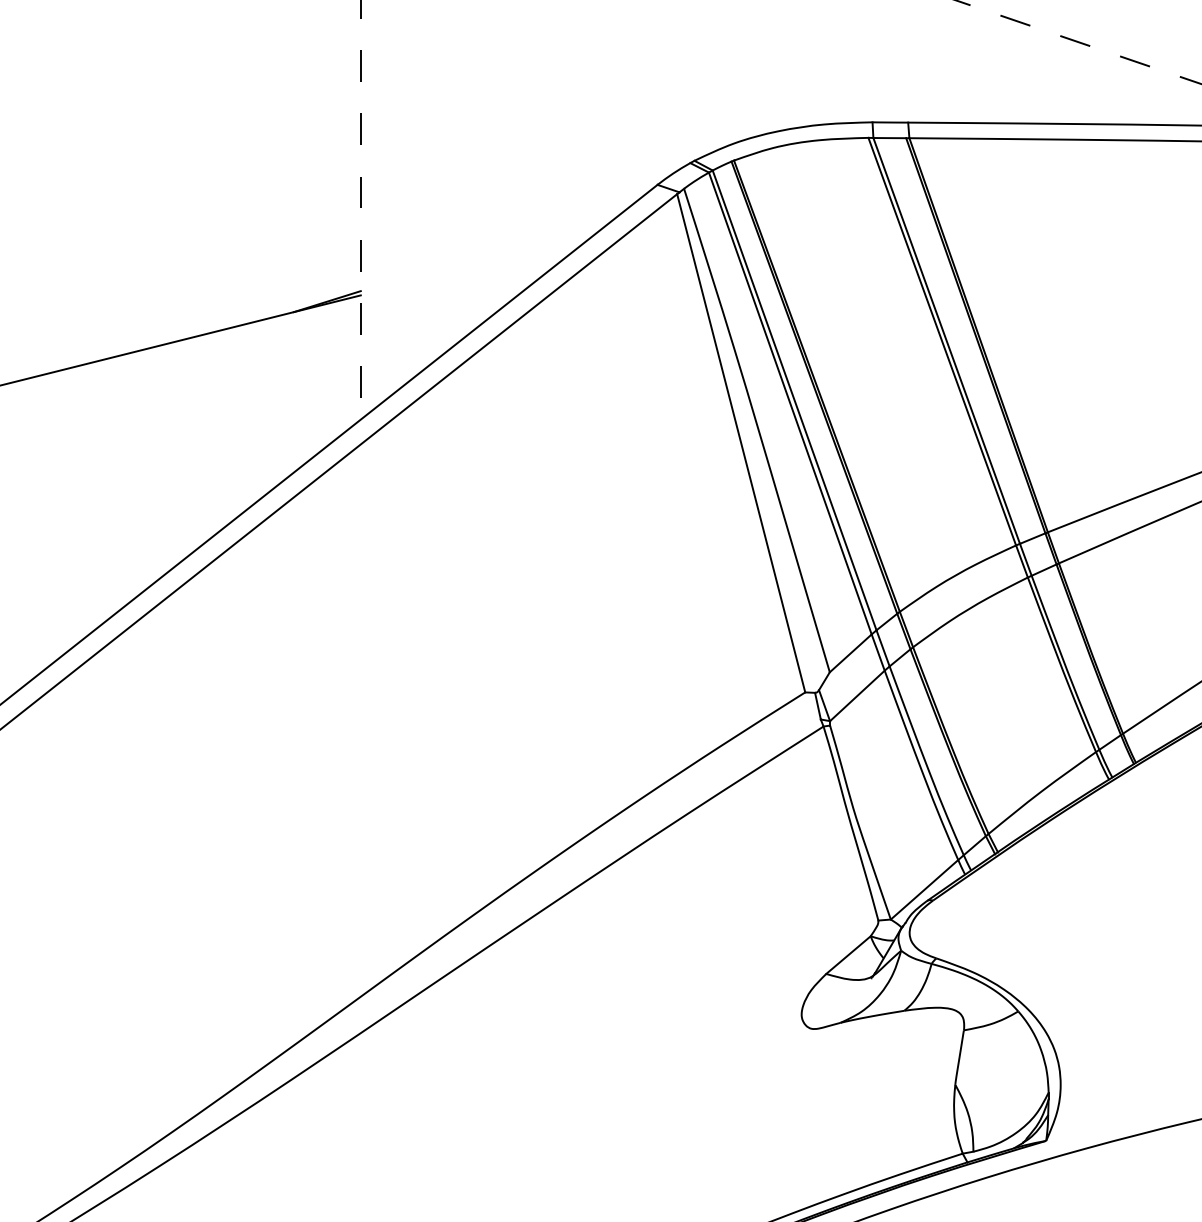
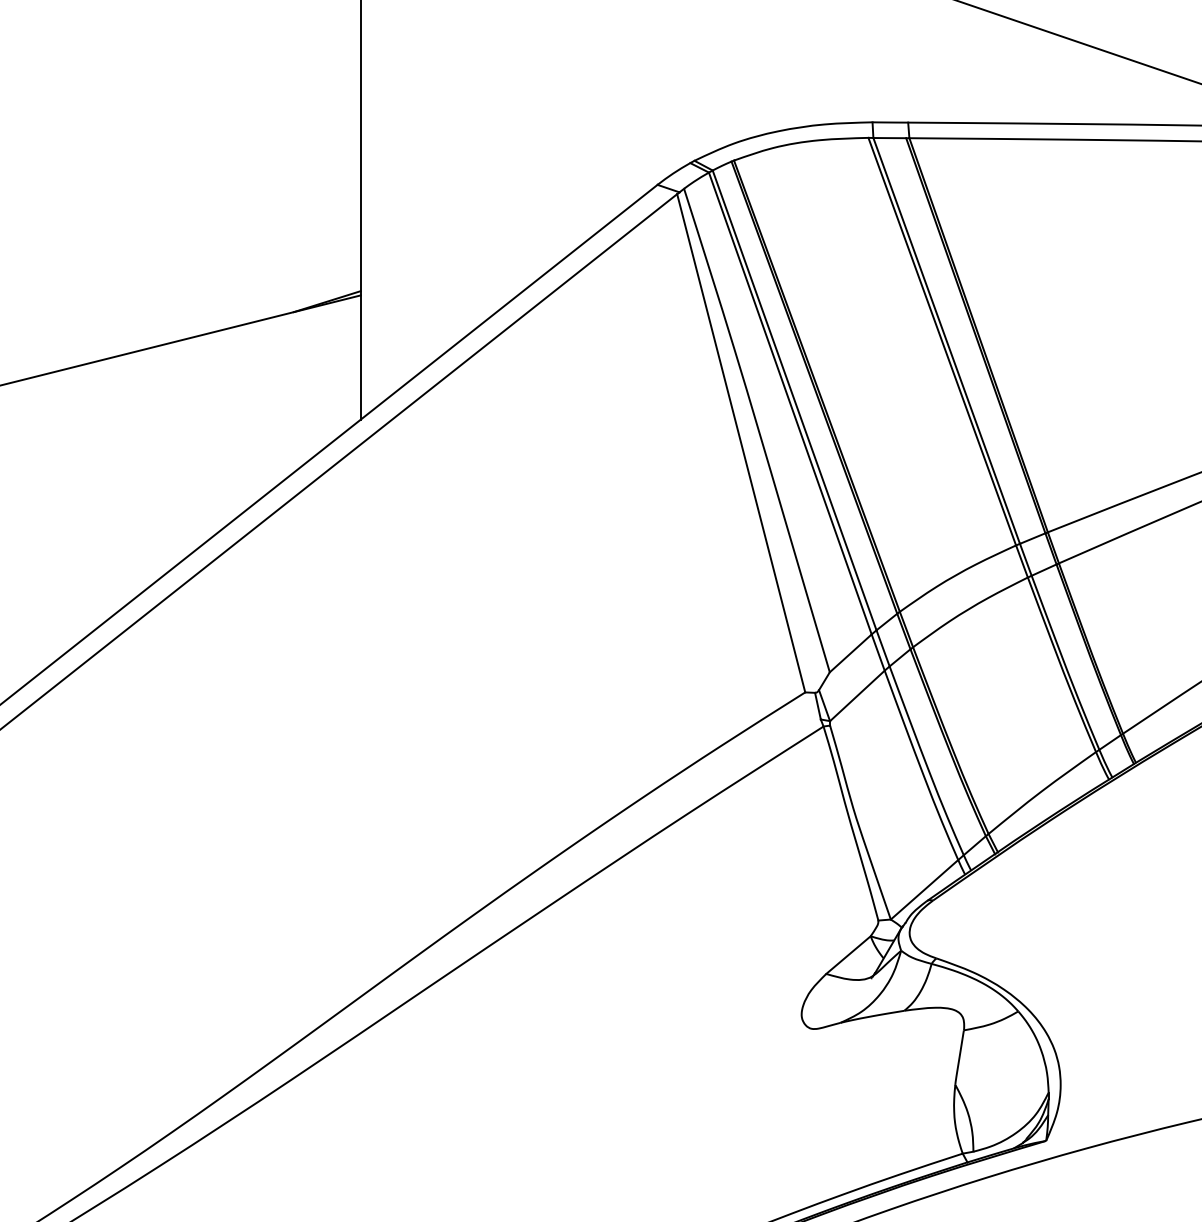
line at (1077, 41): dashed -> solid
line at (360, 209): dashed -> solid
